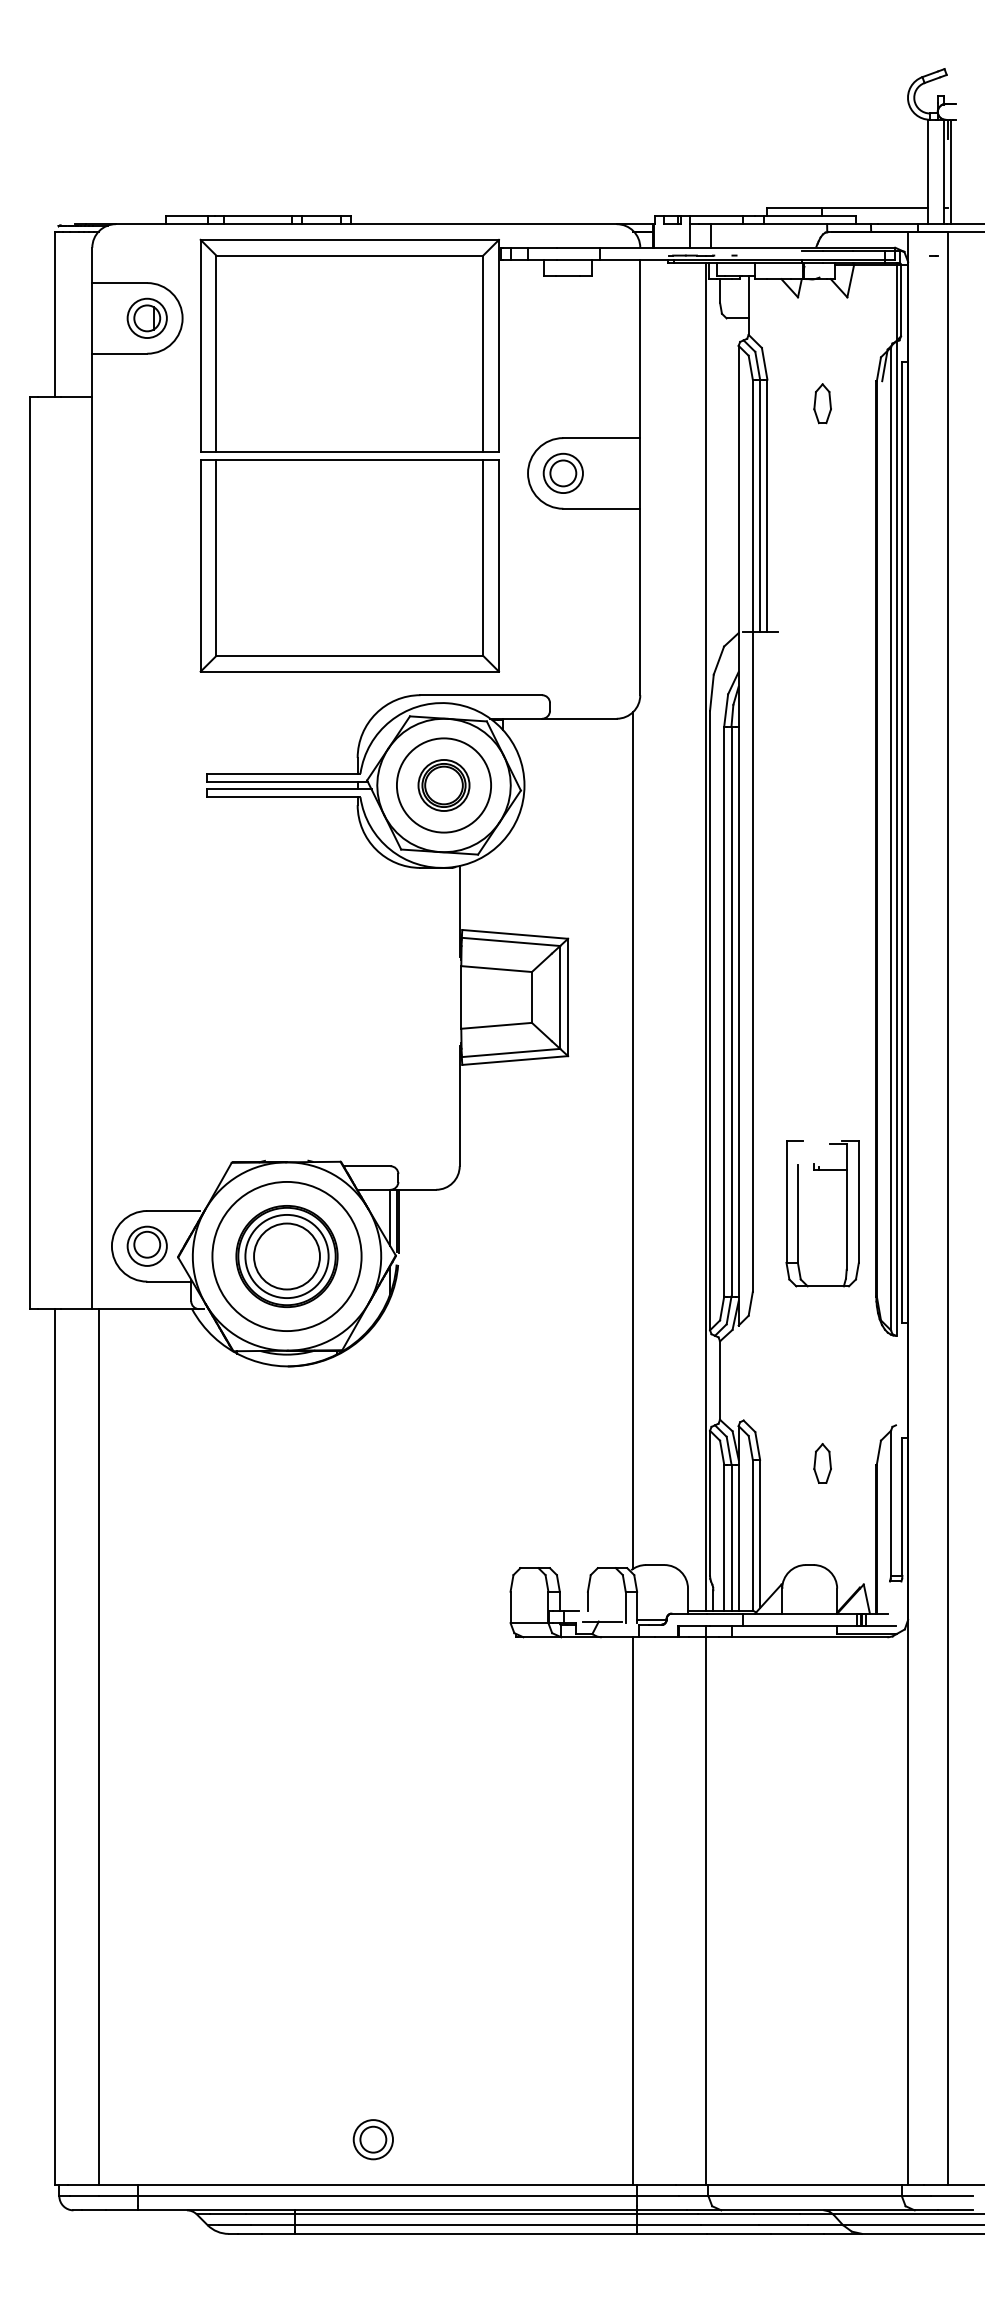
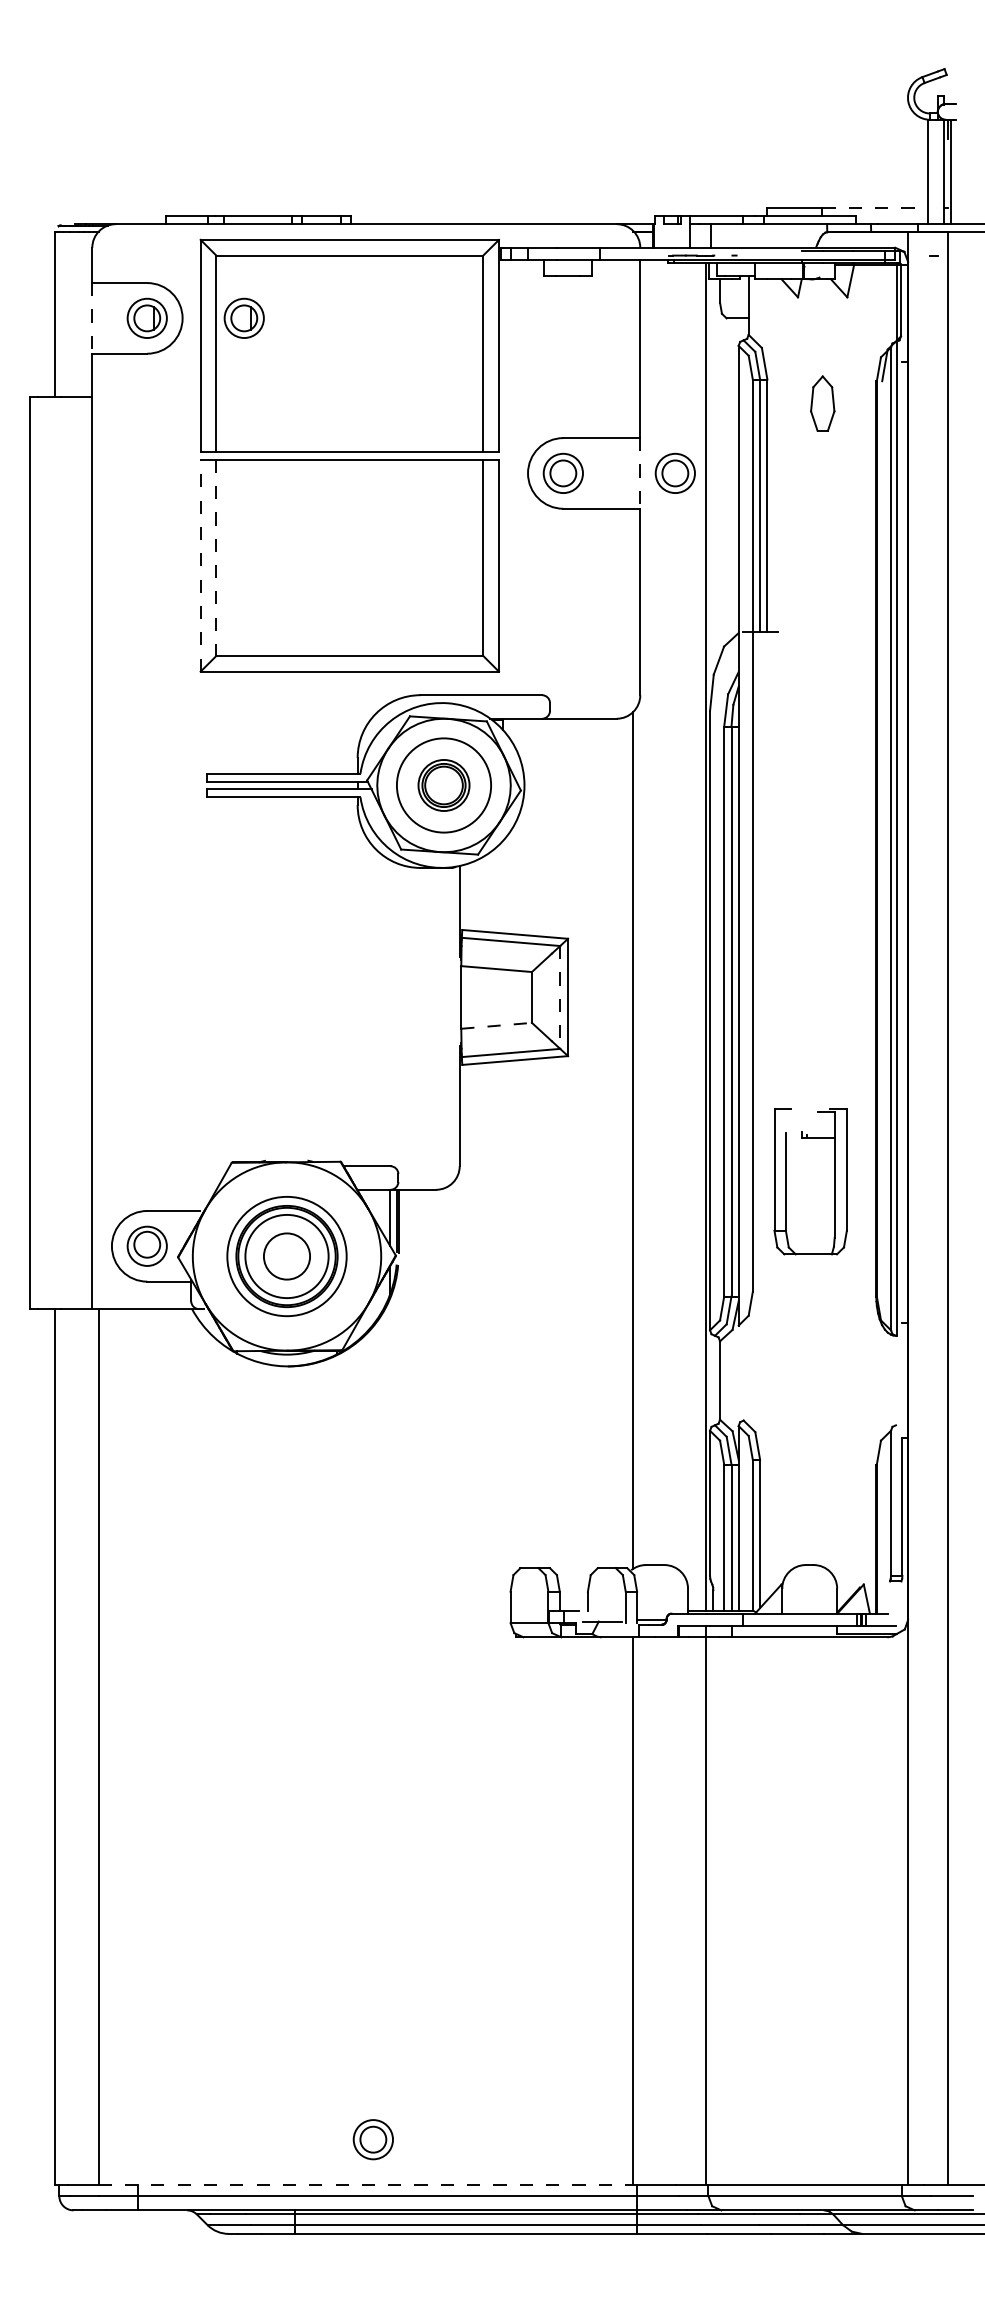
line at (875, 208): solid -> dashed
part at (243, 317): none -> present
line at (92, 318): solid -> dashed
part at (822, 403) size: 19x42 px -> 26x57 px
part at (674, 472): none -> present
line at (640, 473): solid -> dashed
line at (216, 558): solid -> dashed
line at (200, 565): solid -> dashed
line at (902, 842): present -> none
line at (560, 997): solid -> dashed
line at (497, 1025): solid -> dashed
part at (798, 1213) position: (798, 1213) -> (786, 1181)
circle at (286, 1256) diameter: 149 px -> 119 px
circle at (286, 1256) diameter: 66 px -> 46 px
part at (822, 1463): present -> none
line at (366, 2185): solid -> dashed
